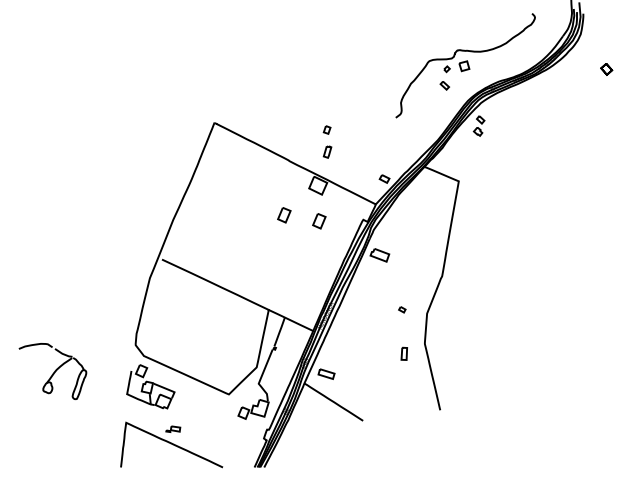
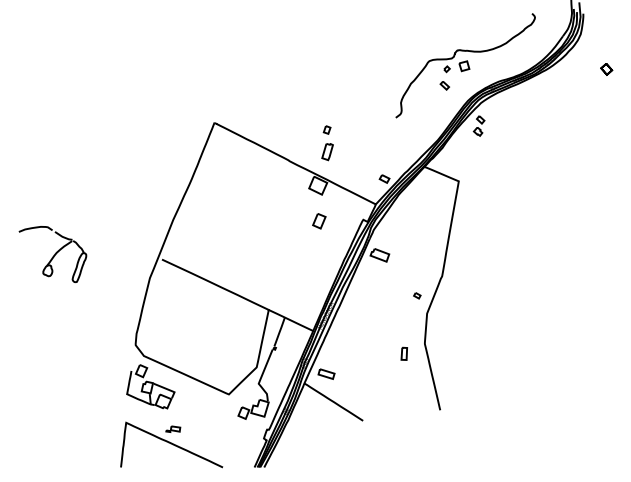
part at (327, 151) size: 11x14 px -> 13x19 px
part at (284, 215): present -> none
part at (402, 309) position: (402, 309) -> (417, 295)
part at (52, 371) position: (52, 371) -> (52, 254)
